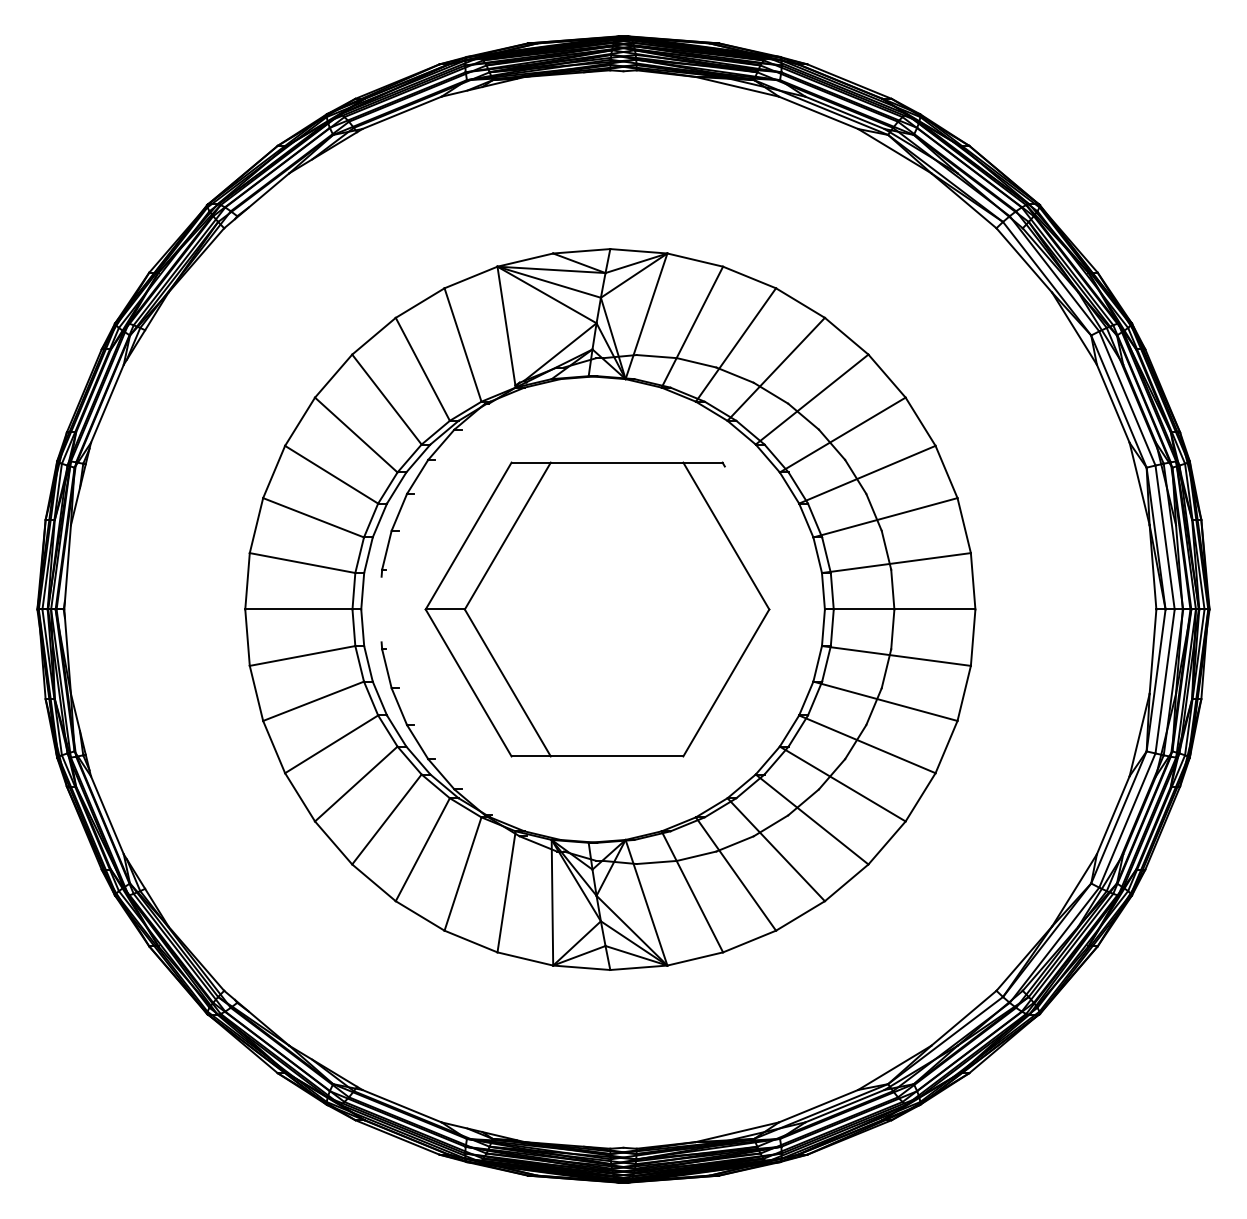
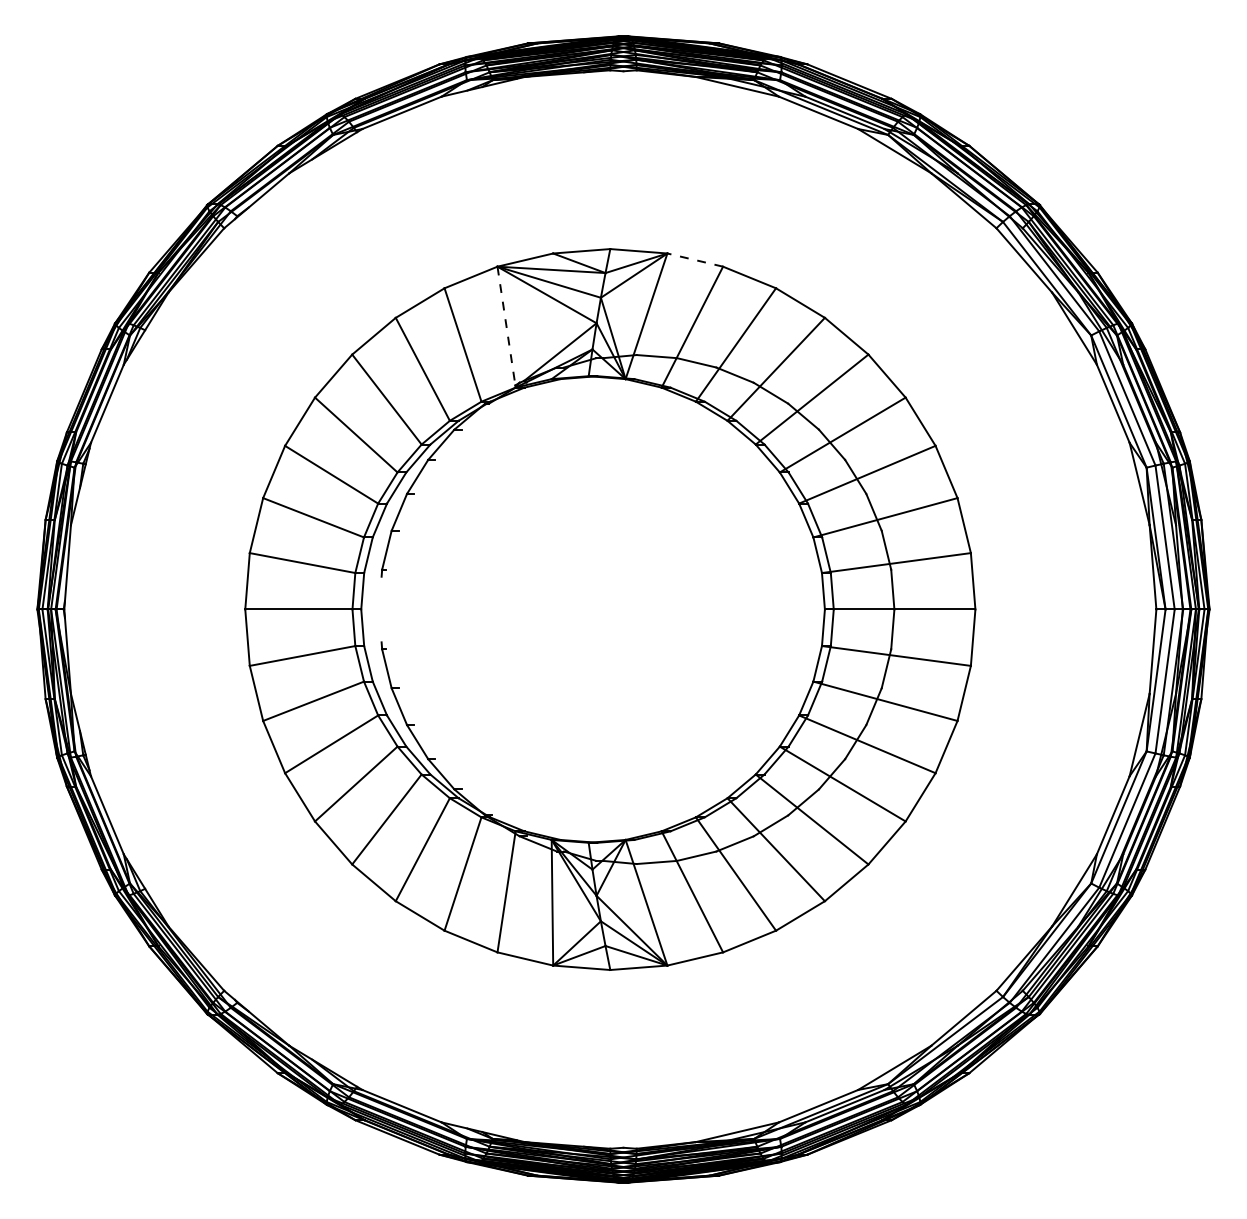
line at (695, 260): solid -> dashed
line at (506, 326): solid -> dashed
part at (597, 609): present -> none
